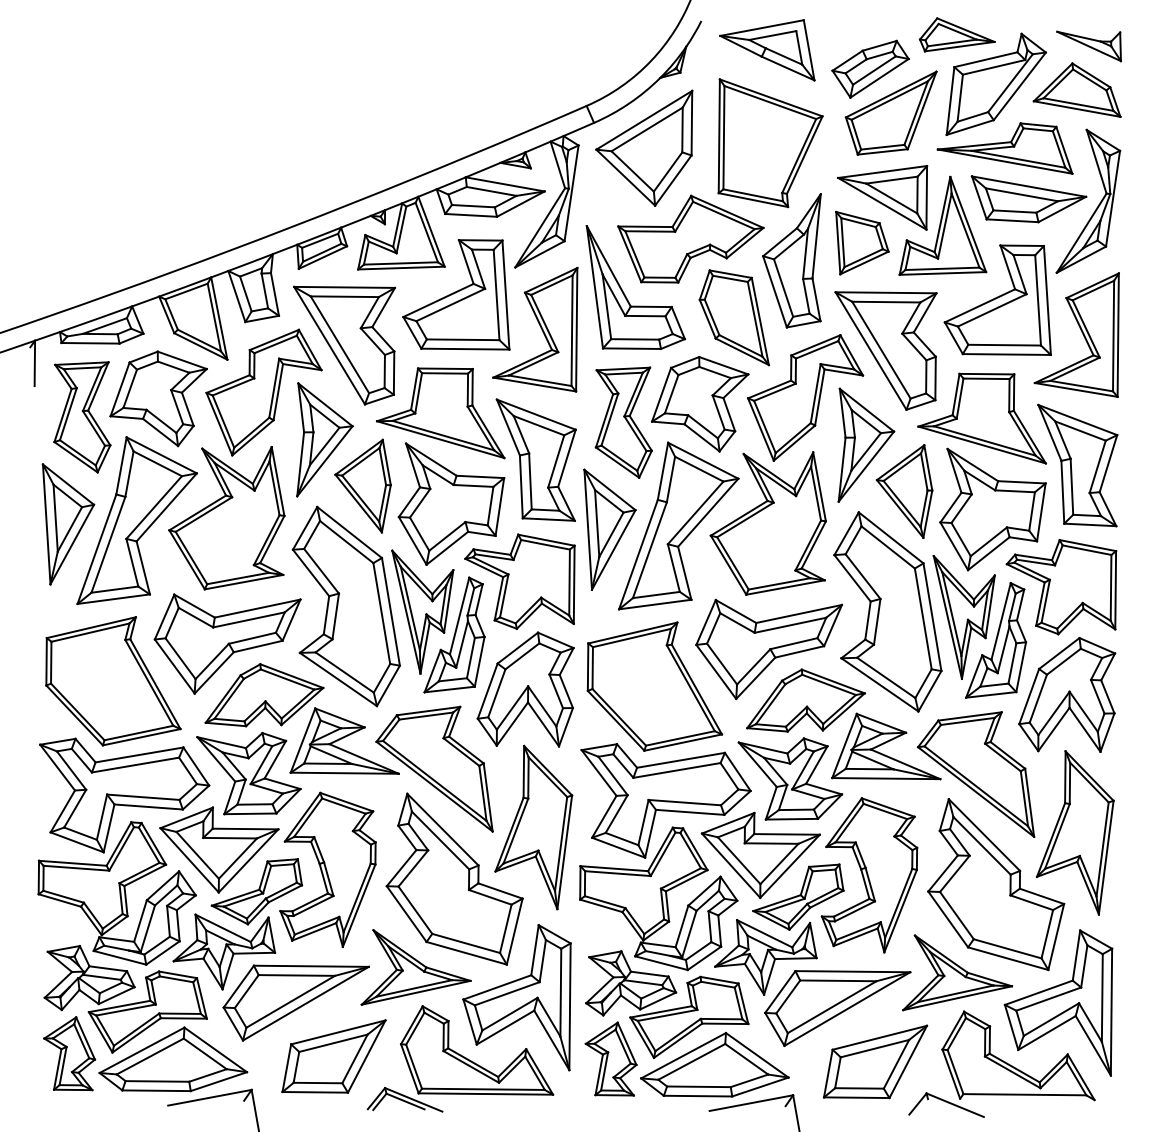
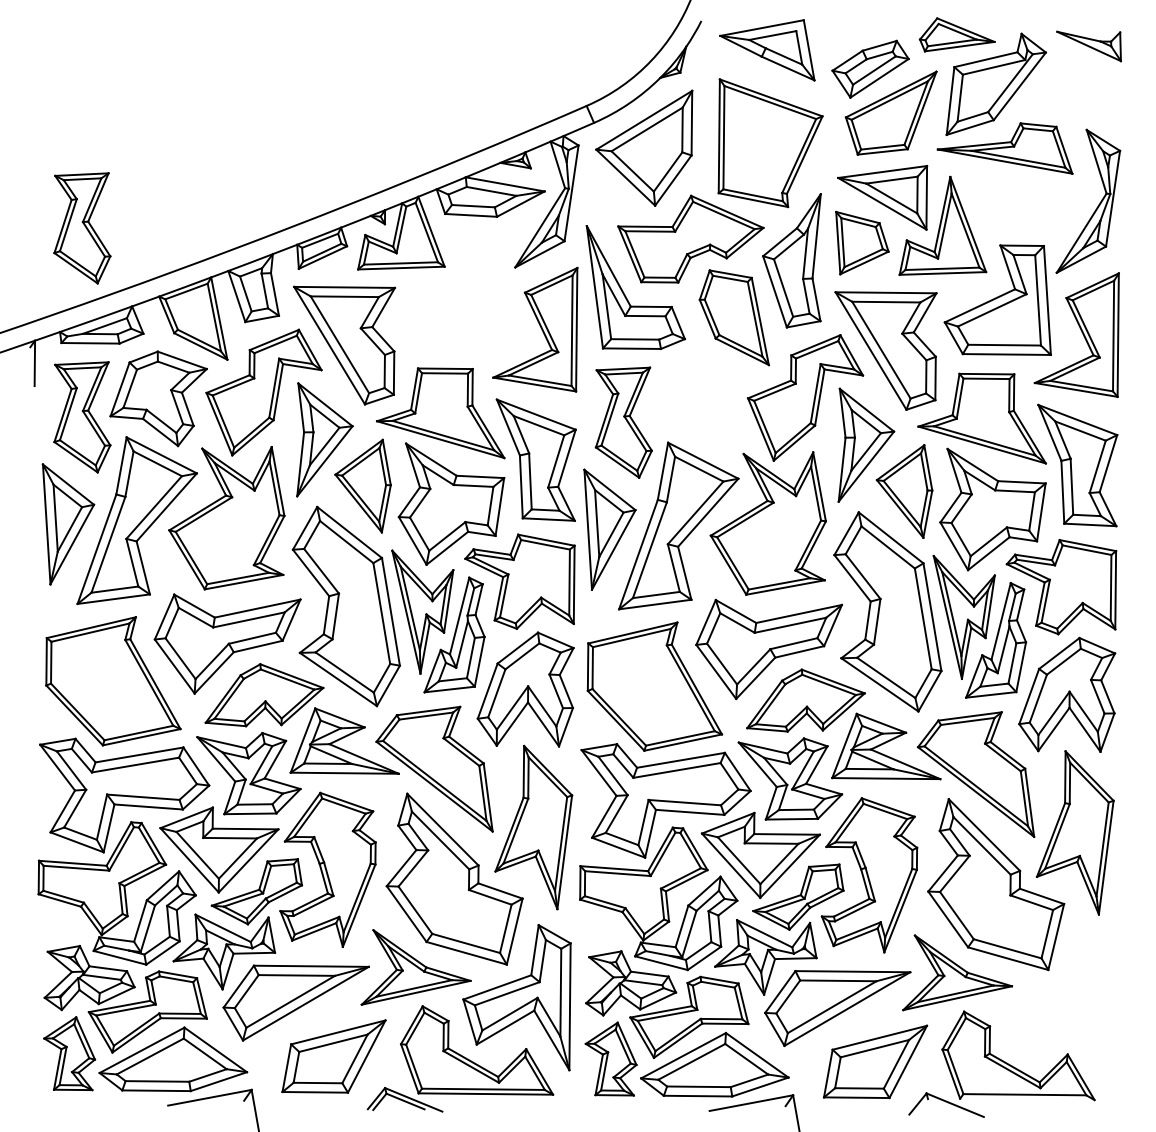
part at (1076, 89): present -> none
part at (1028, 199): present -> none
part at (82, 228): none -> present
part at (456, 294): present -> none
part at (700, 404): present -> none
part at (1058, 1002): present -> none
